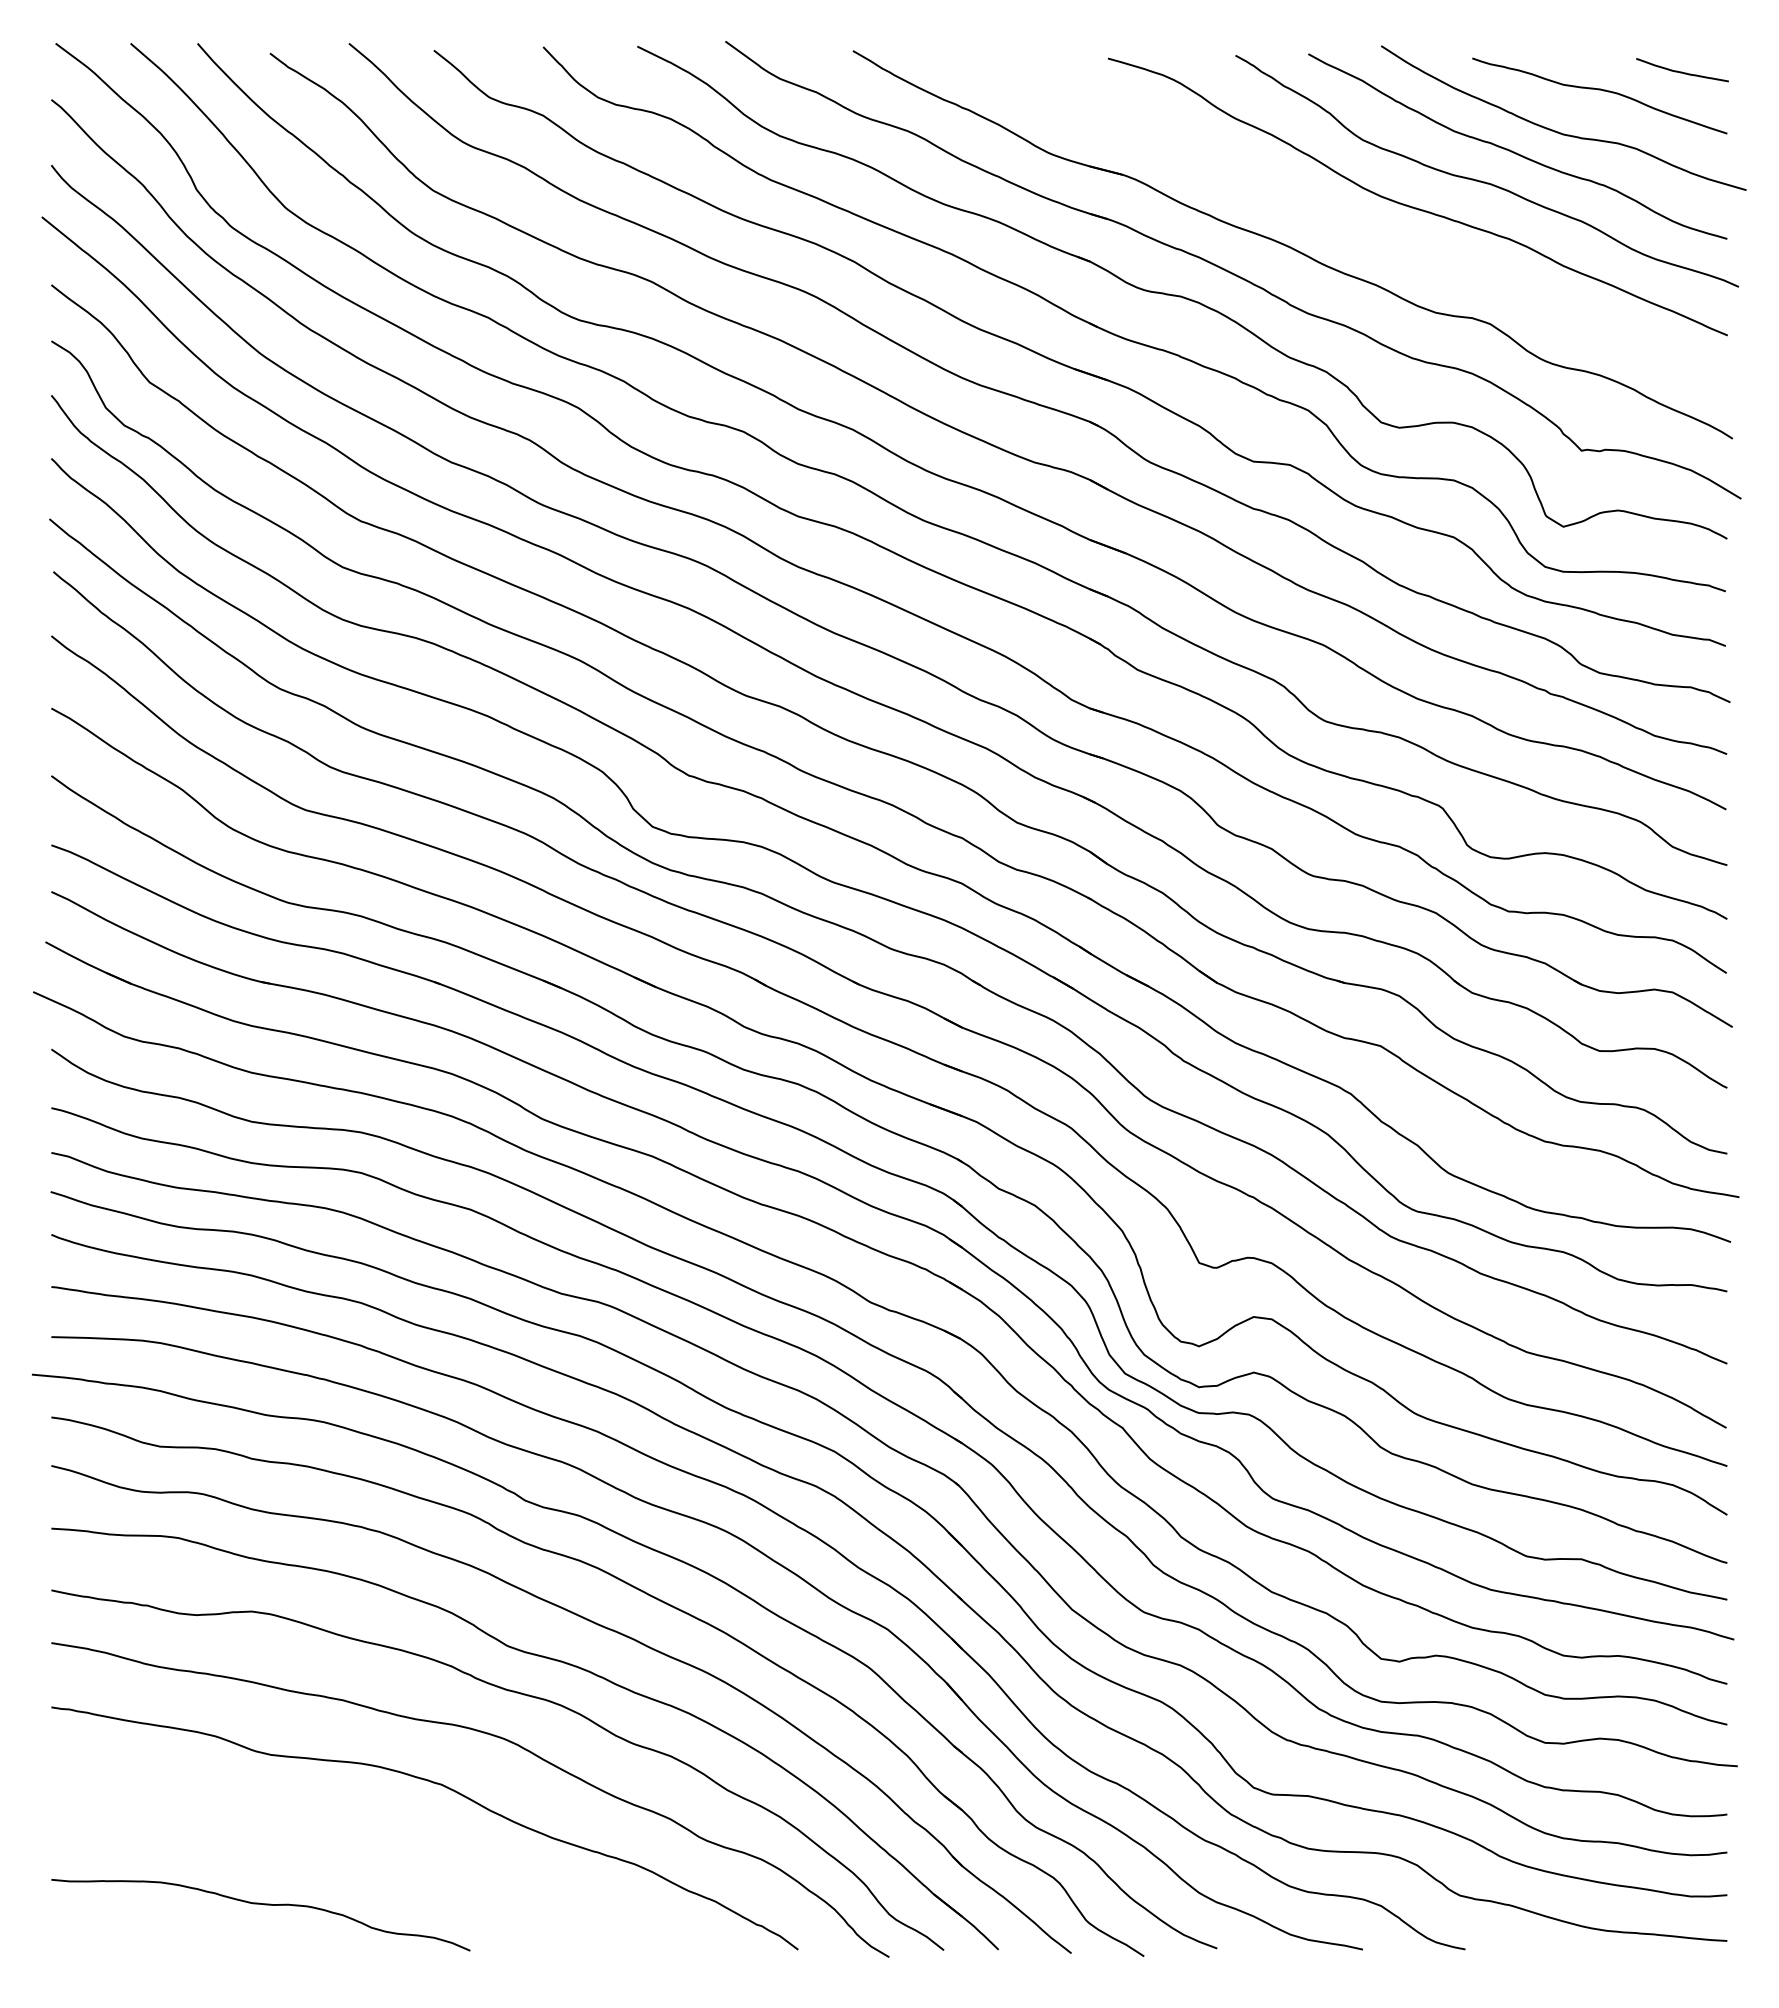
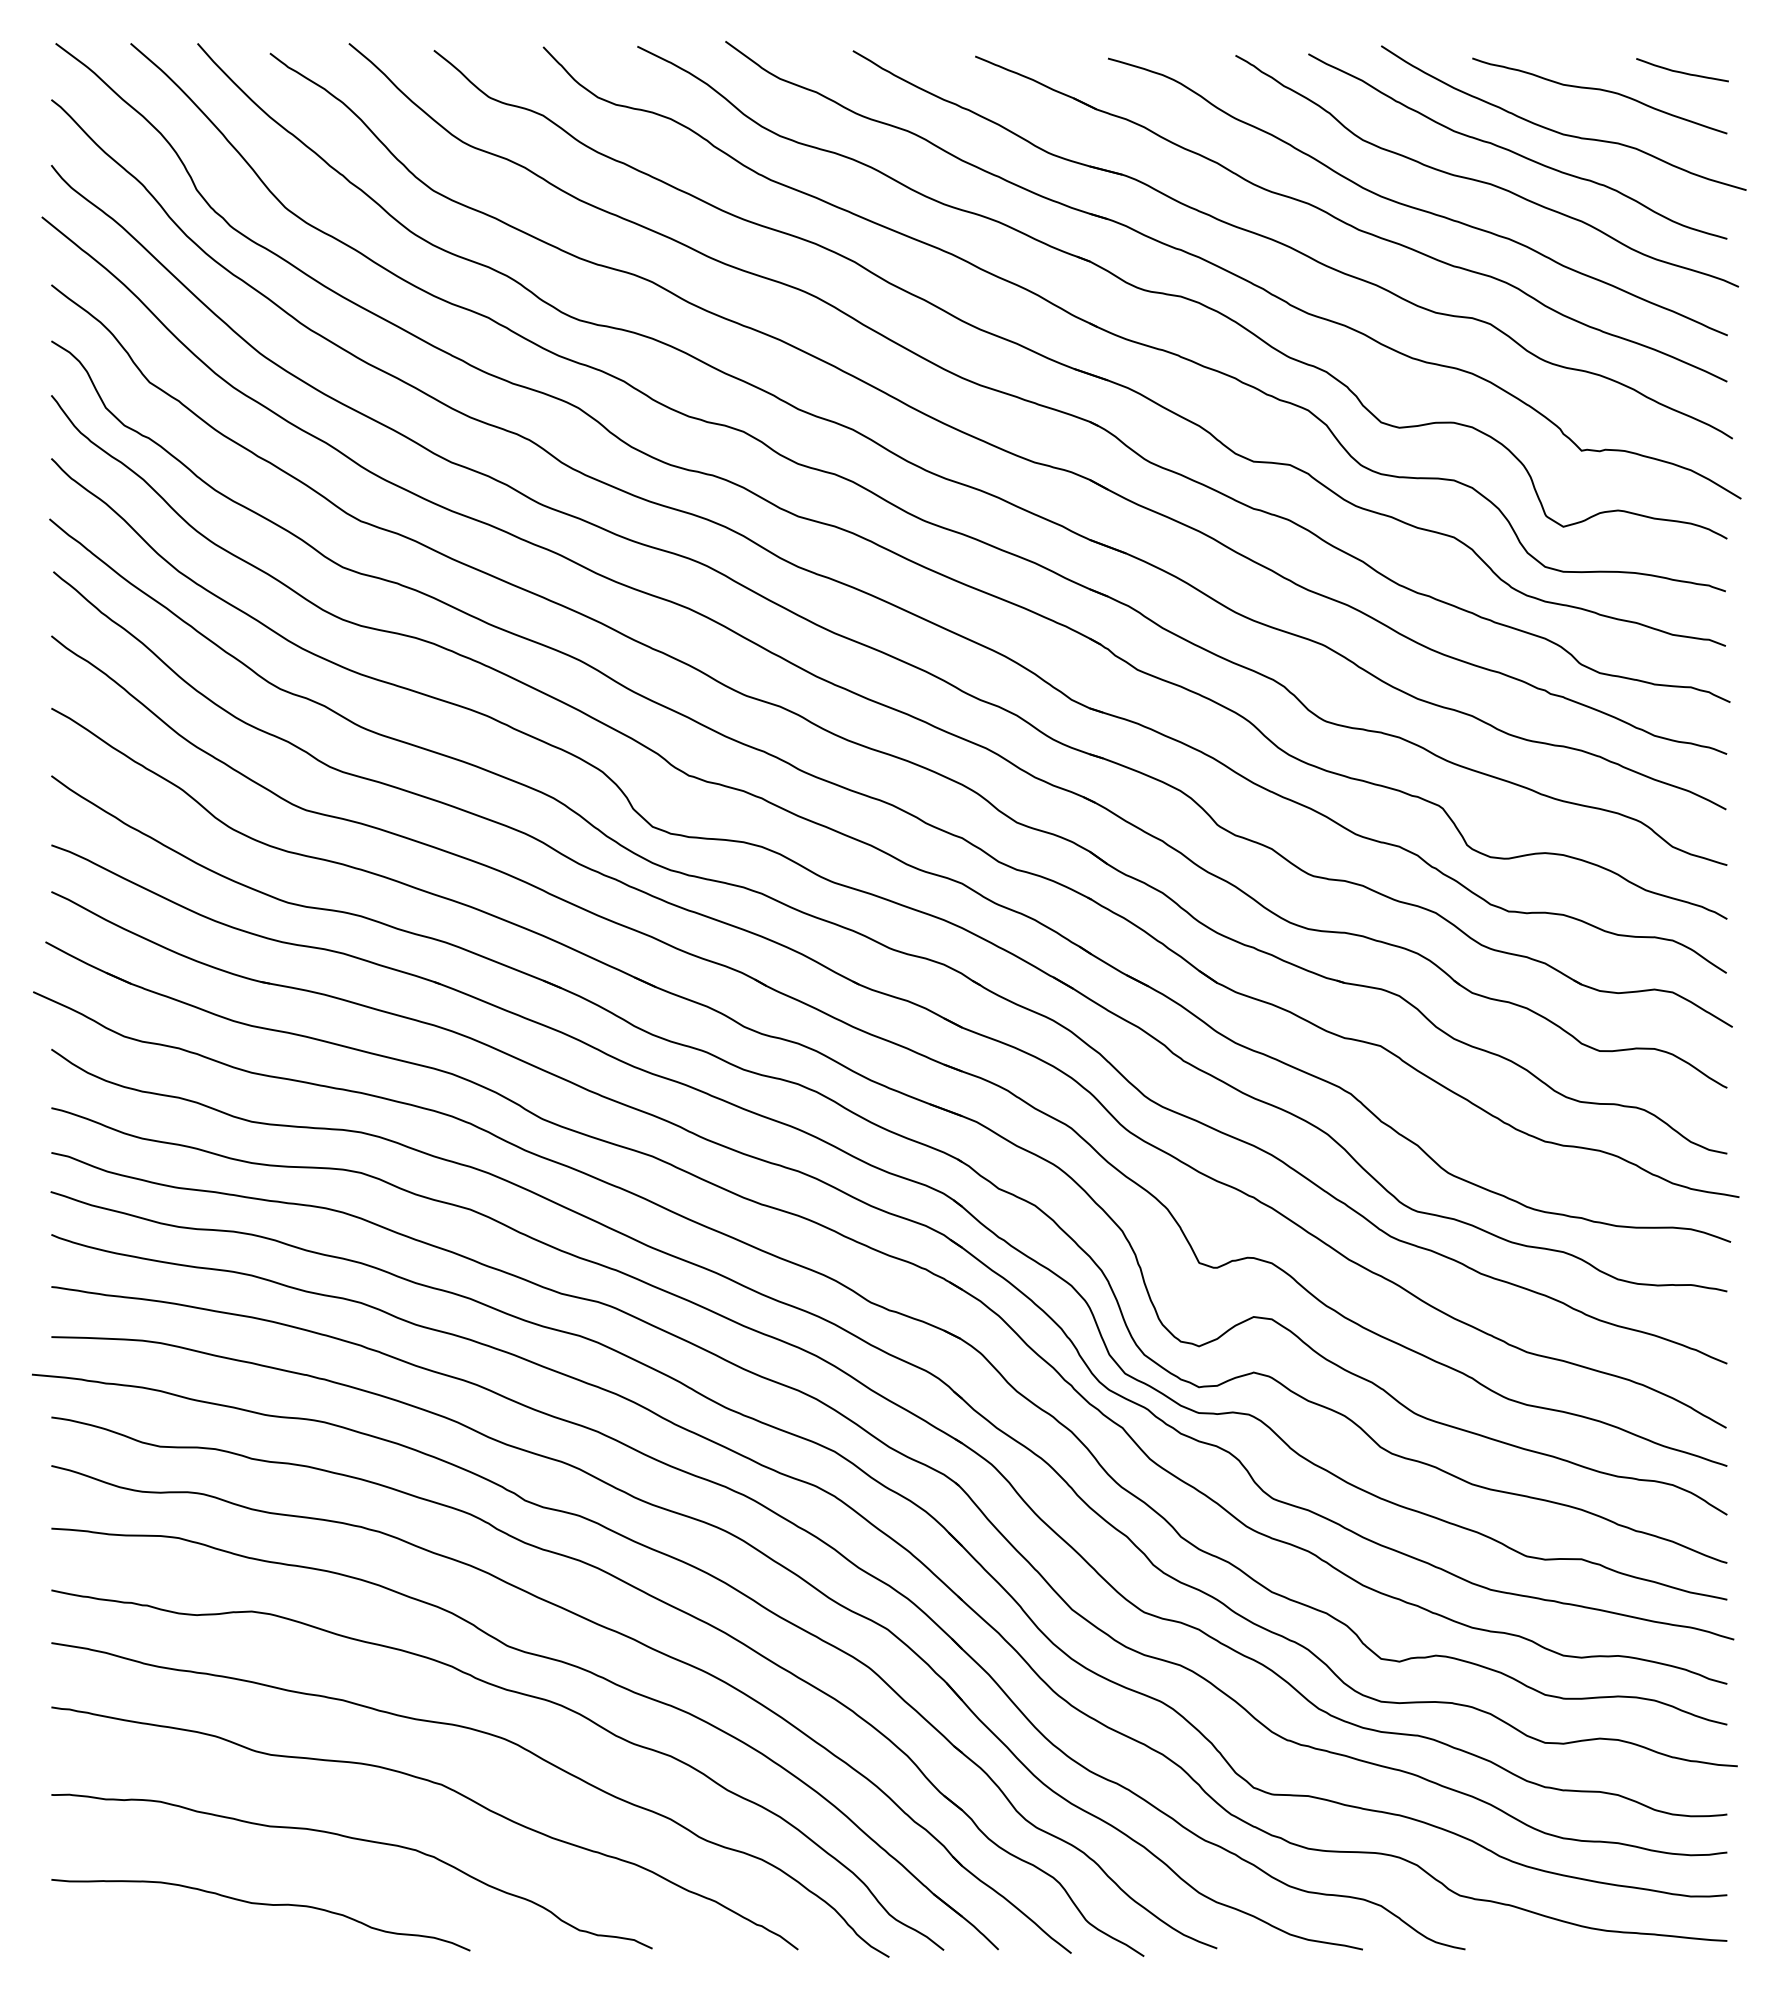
part at (1351, 218): none -> present
curve at (358, 1840): none -> present
